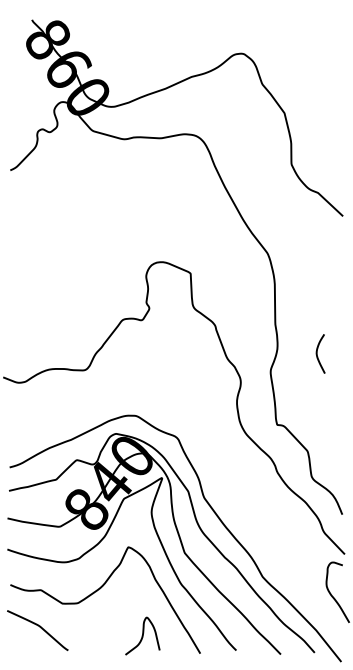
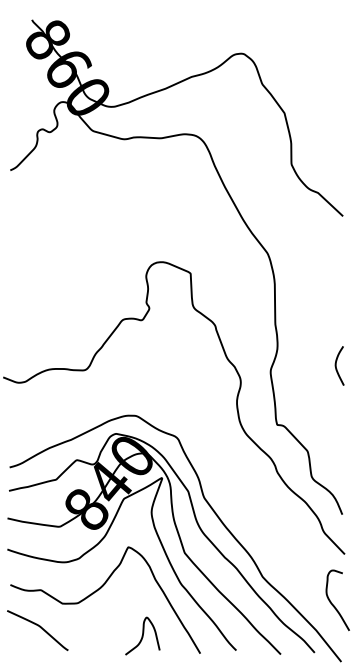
curve at (317, 353) position: (317, 353) -> (336, 365)
curve at (331, 593) position: (331, 593) -> (331, 601)
